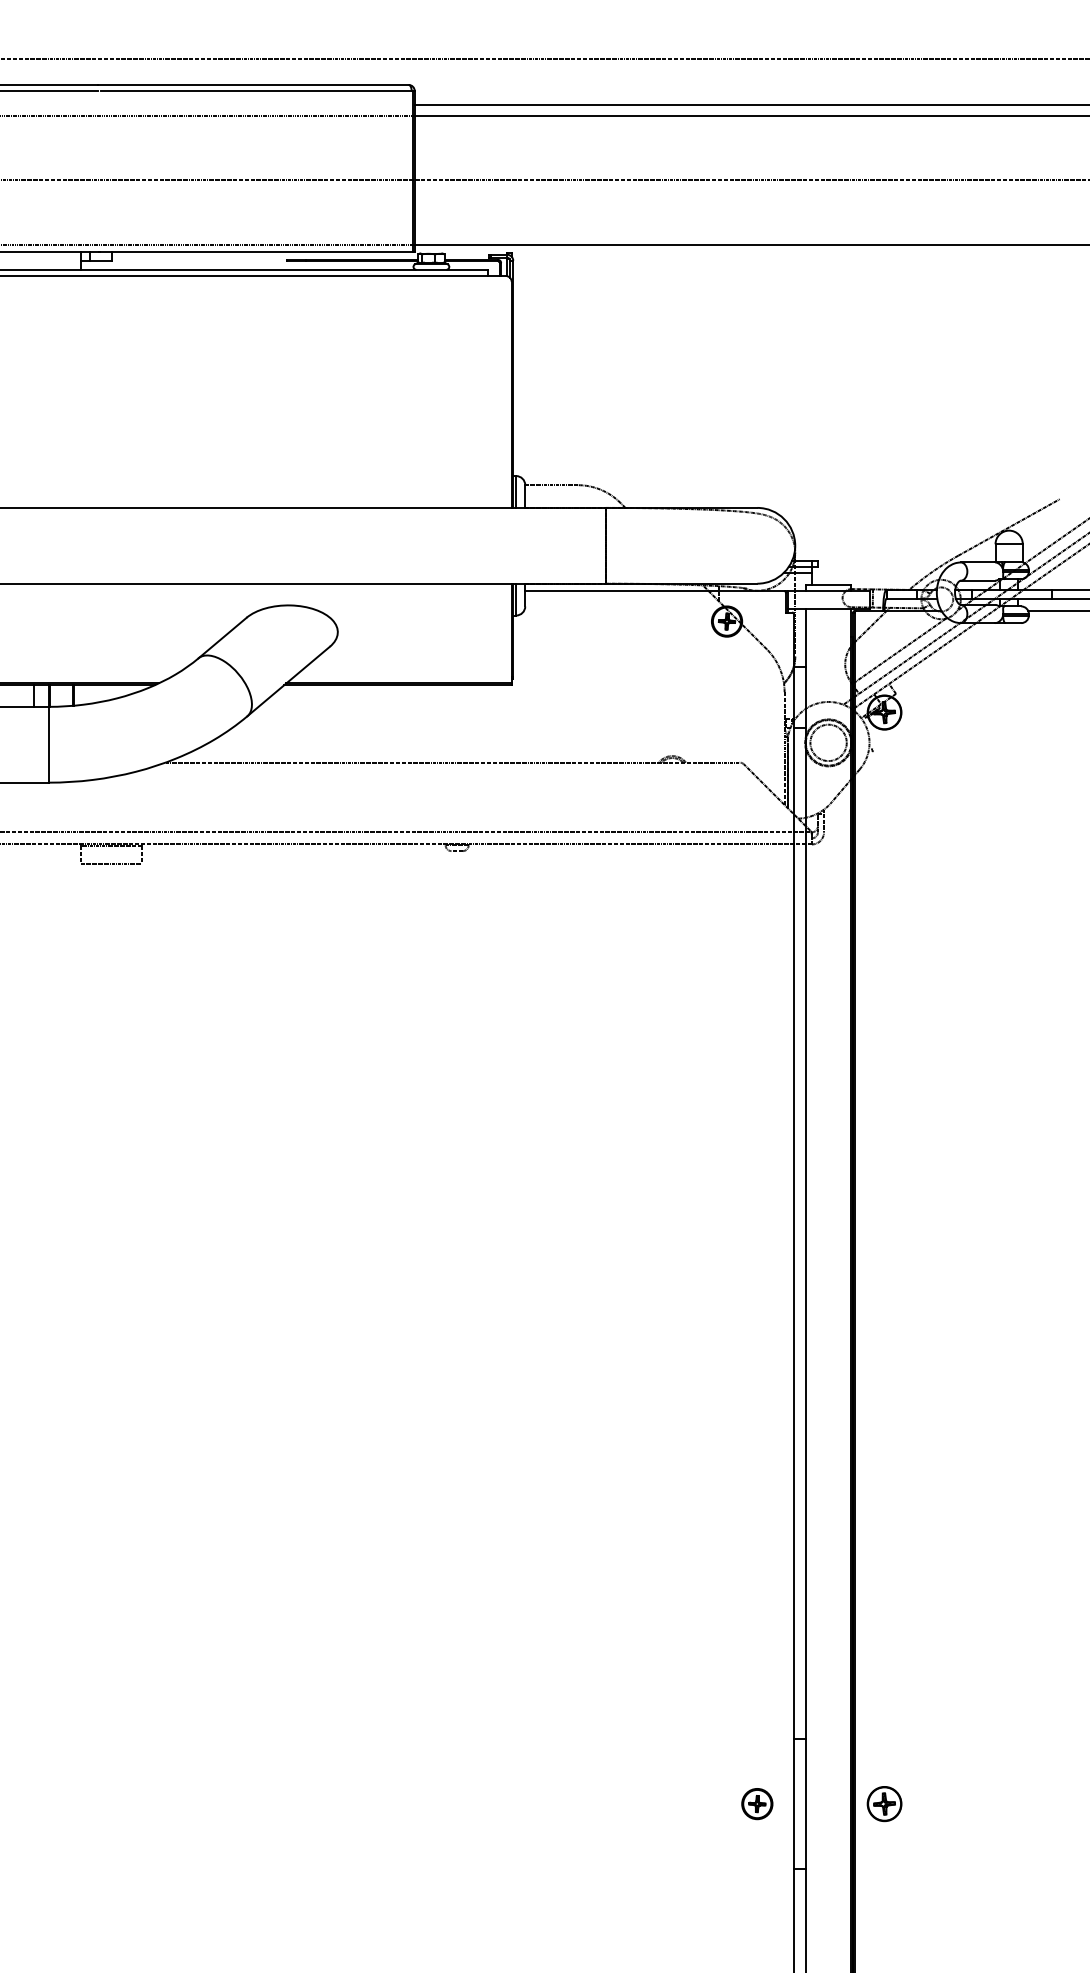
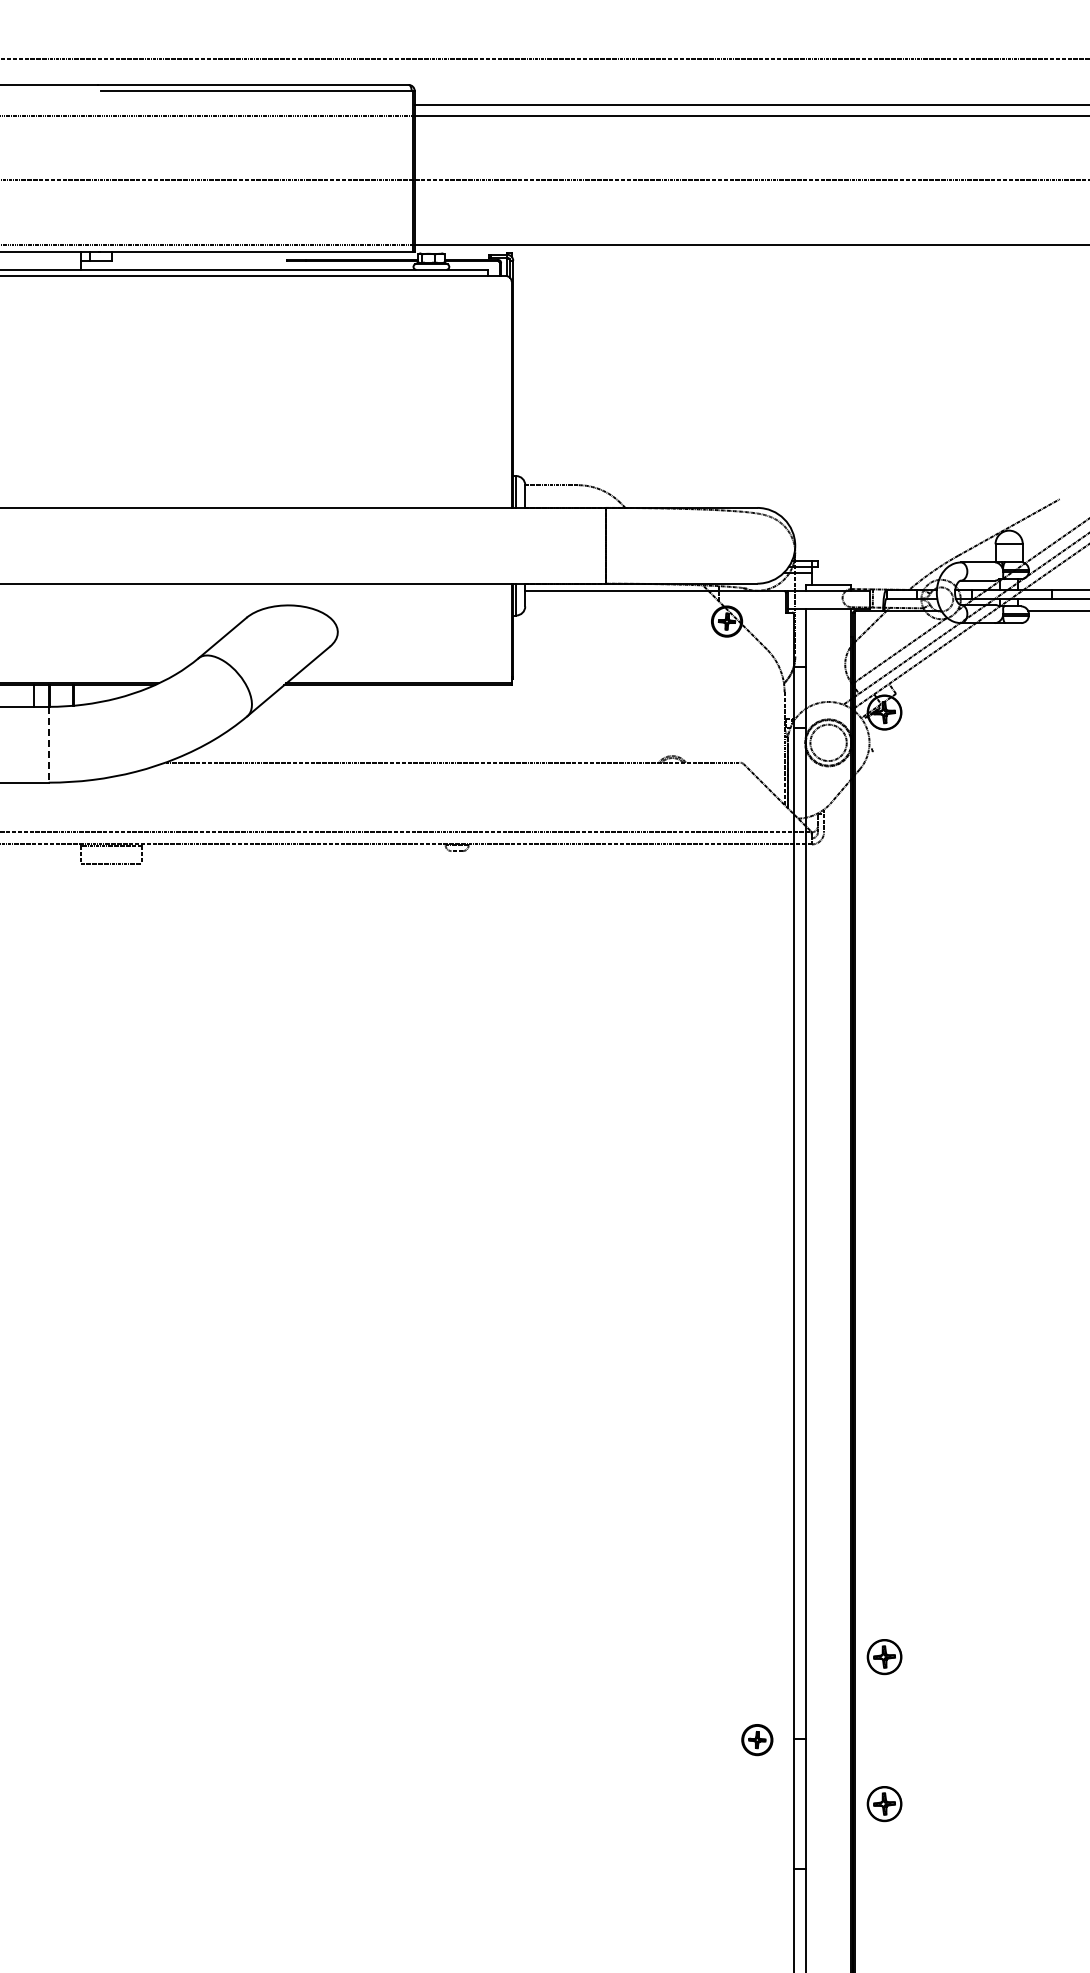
line at (50, 91): present -> none
line at (48, 744): solid -> dashed
part at (884, 1657): none -> present
part at (757, 1804) position: (757, 1804) -> (757, 1740)
